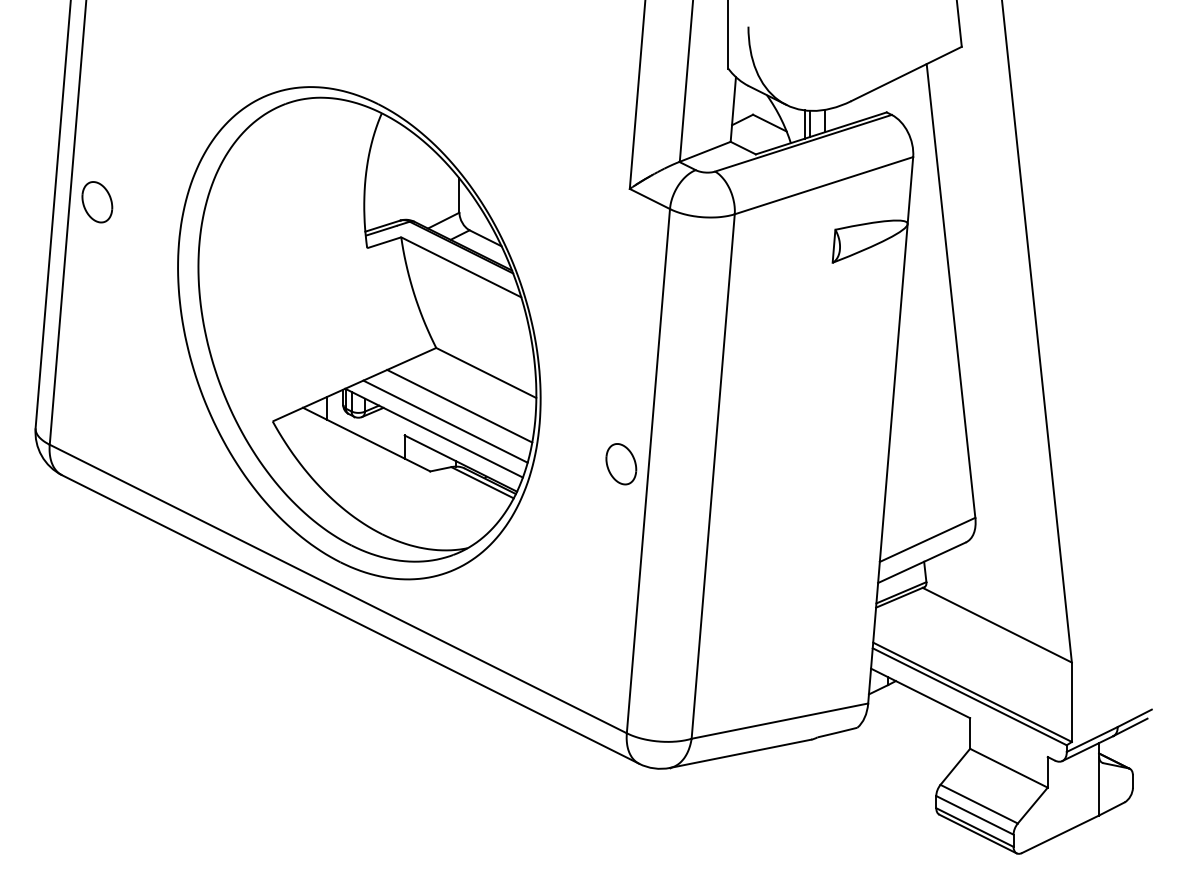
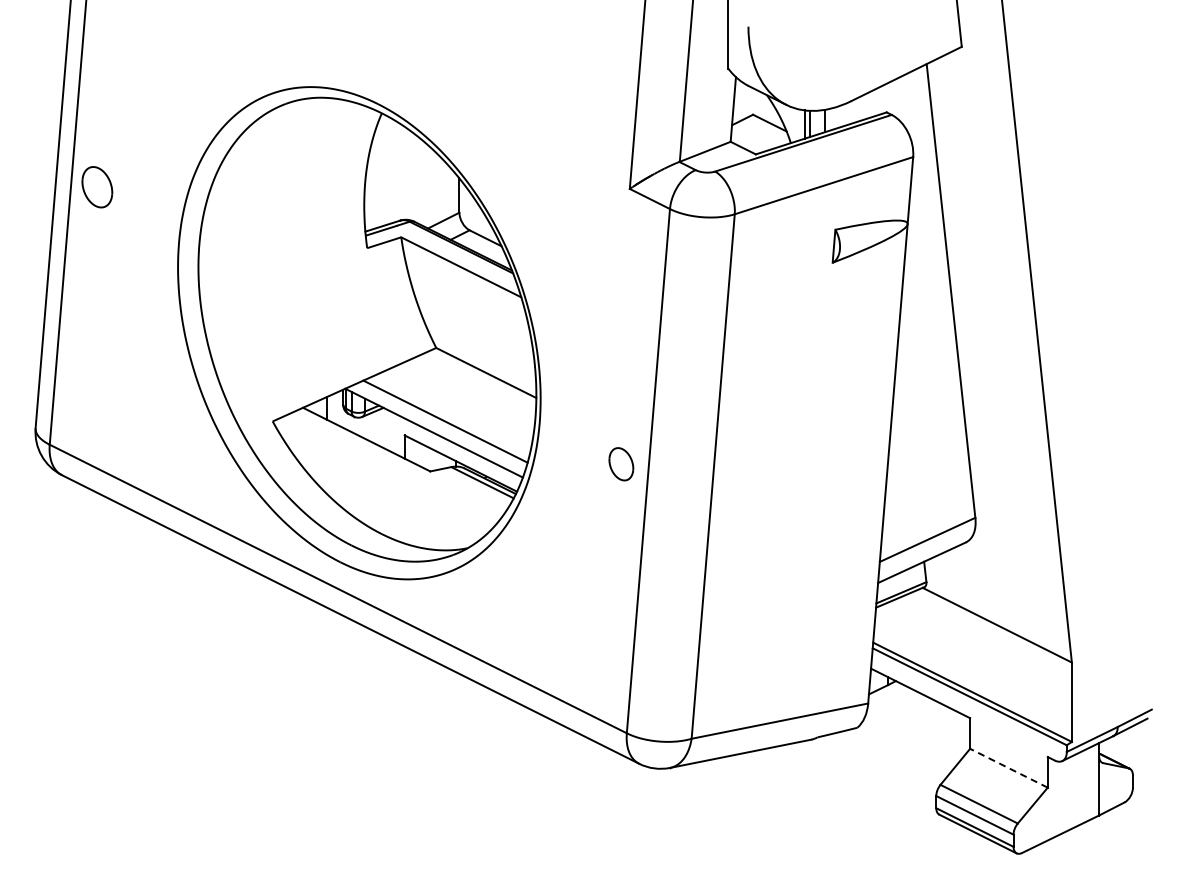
part at (97, 202) position: (97, 202) -> (97, 187)
line at (459, 405): present -> none
part at (621, 464) size: 33x43 px -> 27x35 px
line at (1008, 768): solid -> dashed
